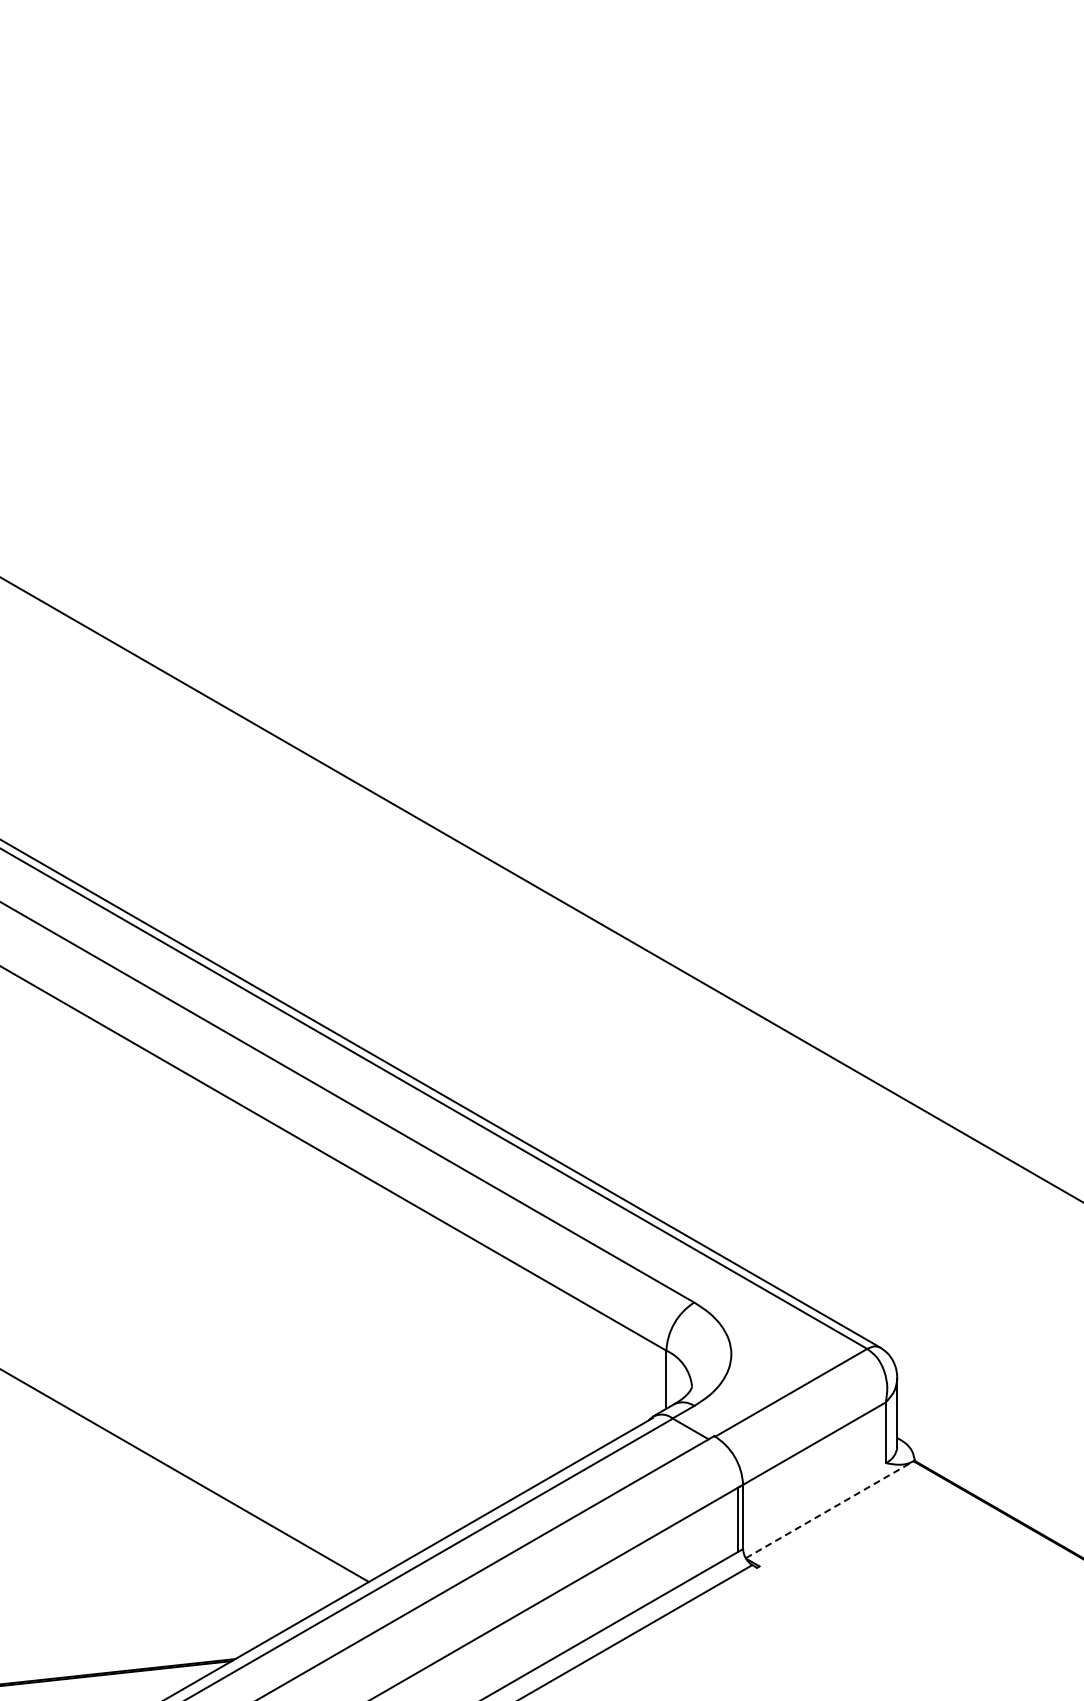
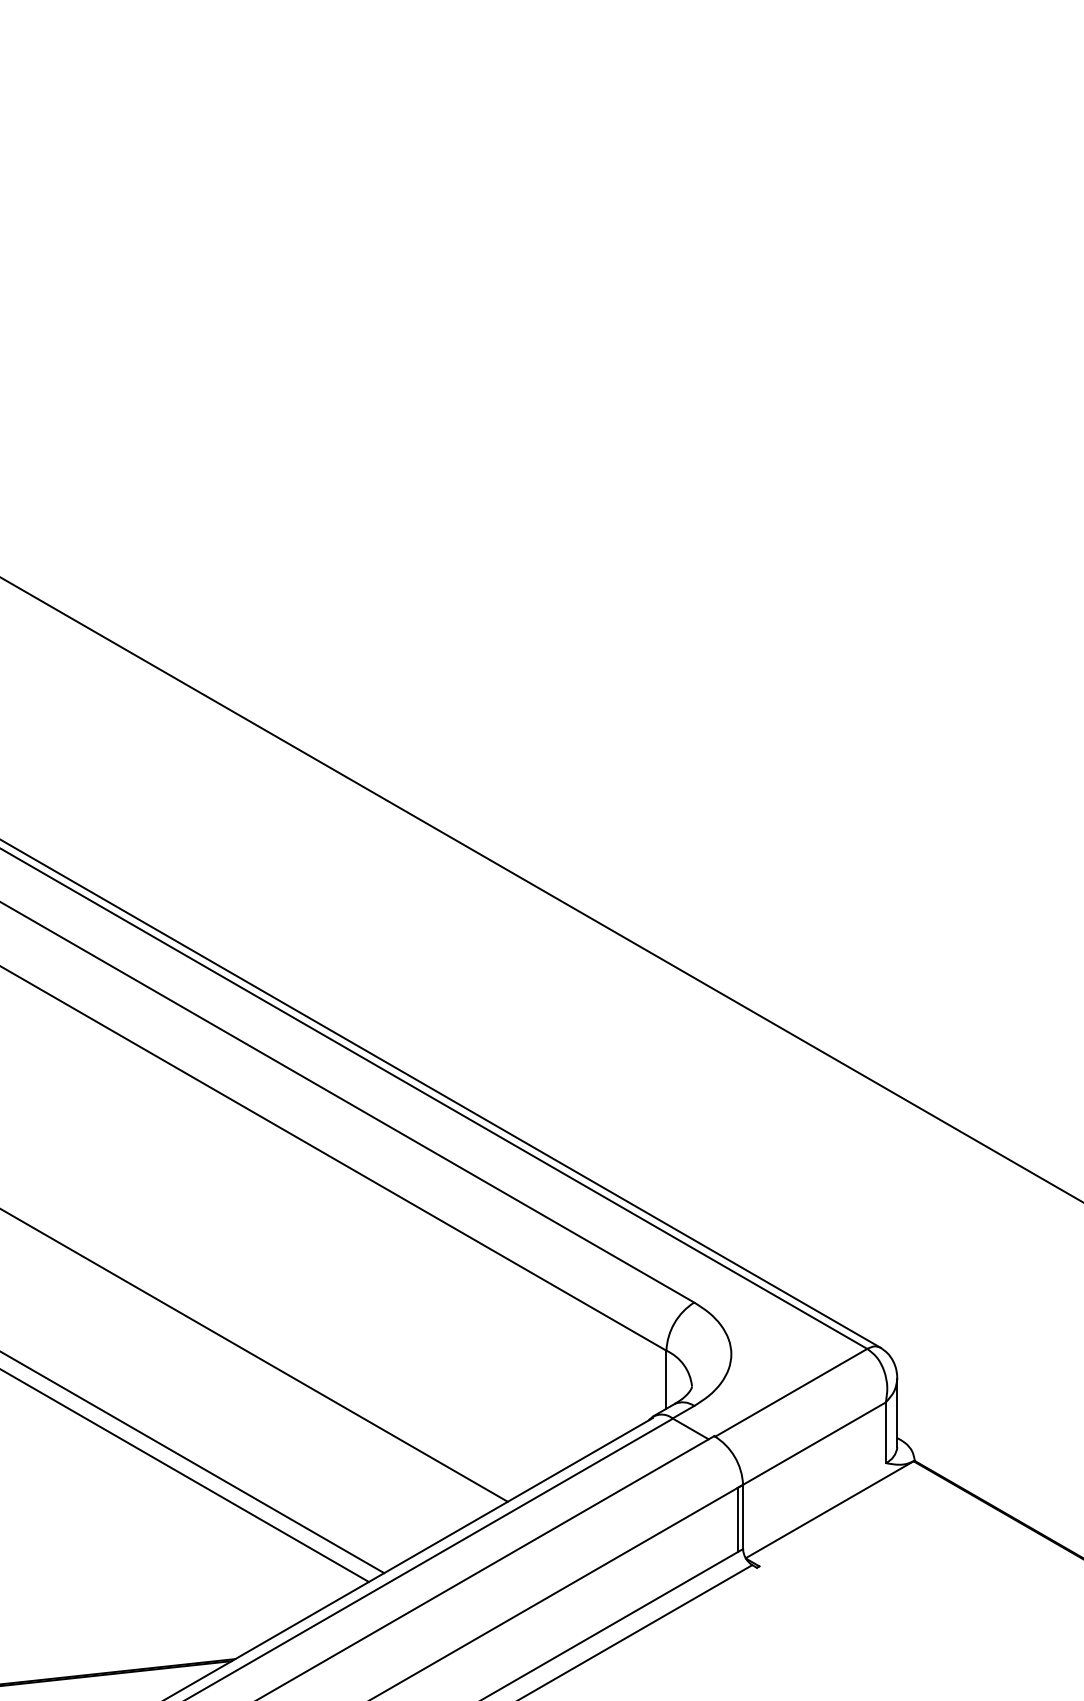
line at (254, 1355): none -> present
line at (193, 1462): none -> present
line at (830, 1509): dashed -> solid
